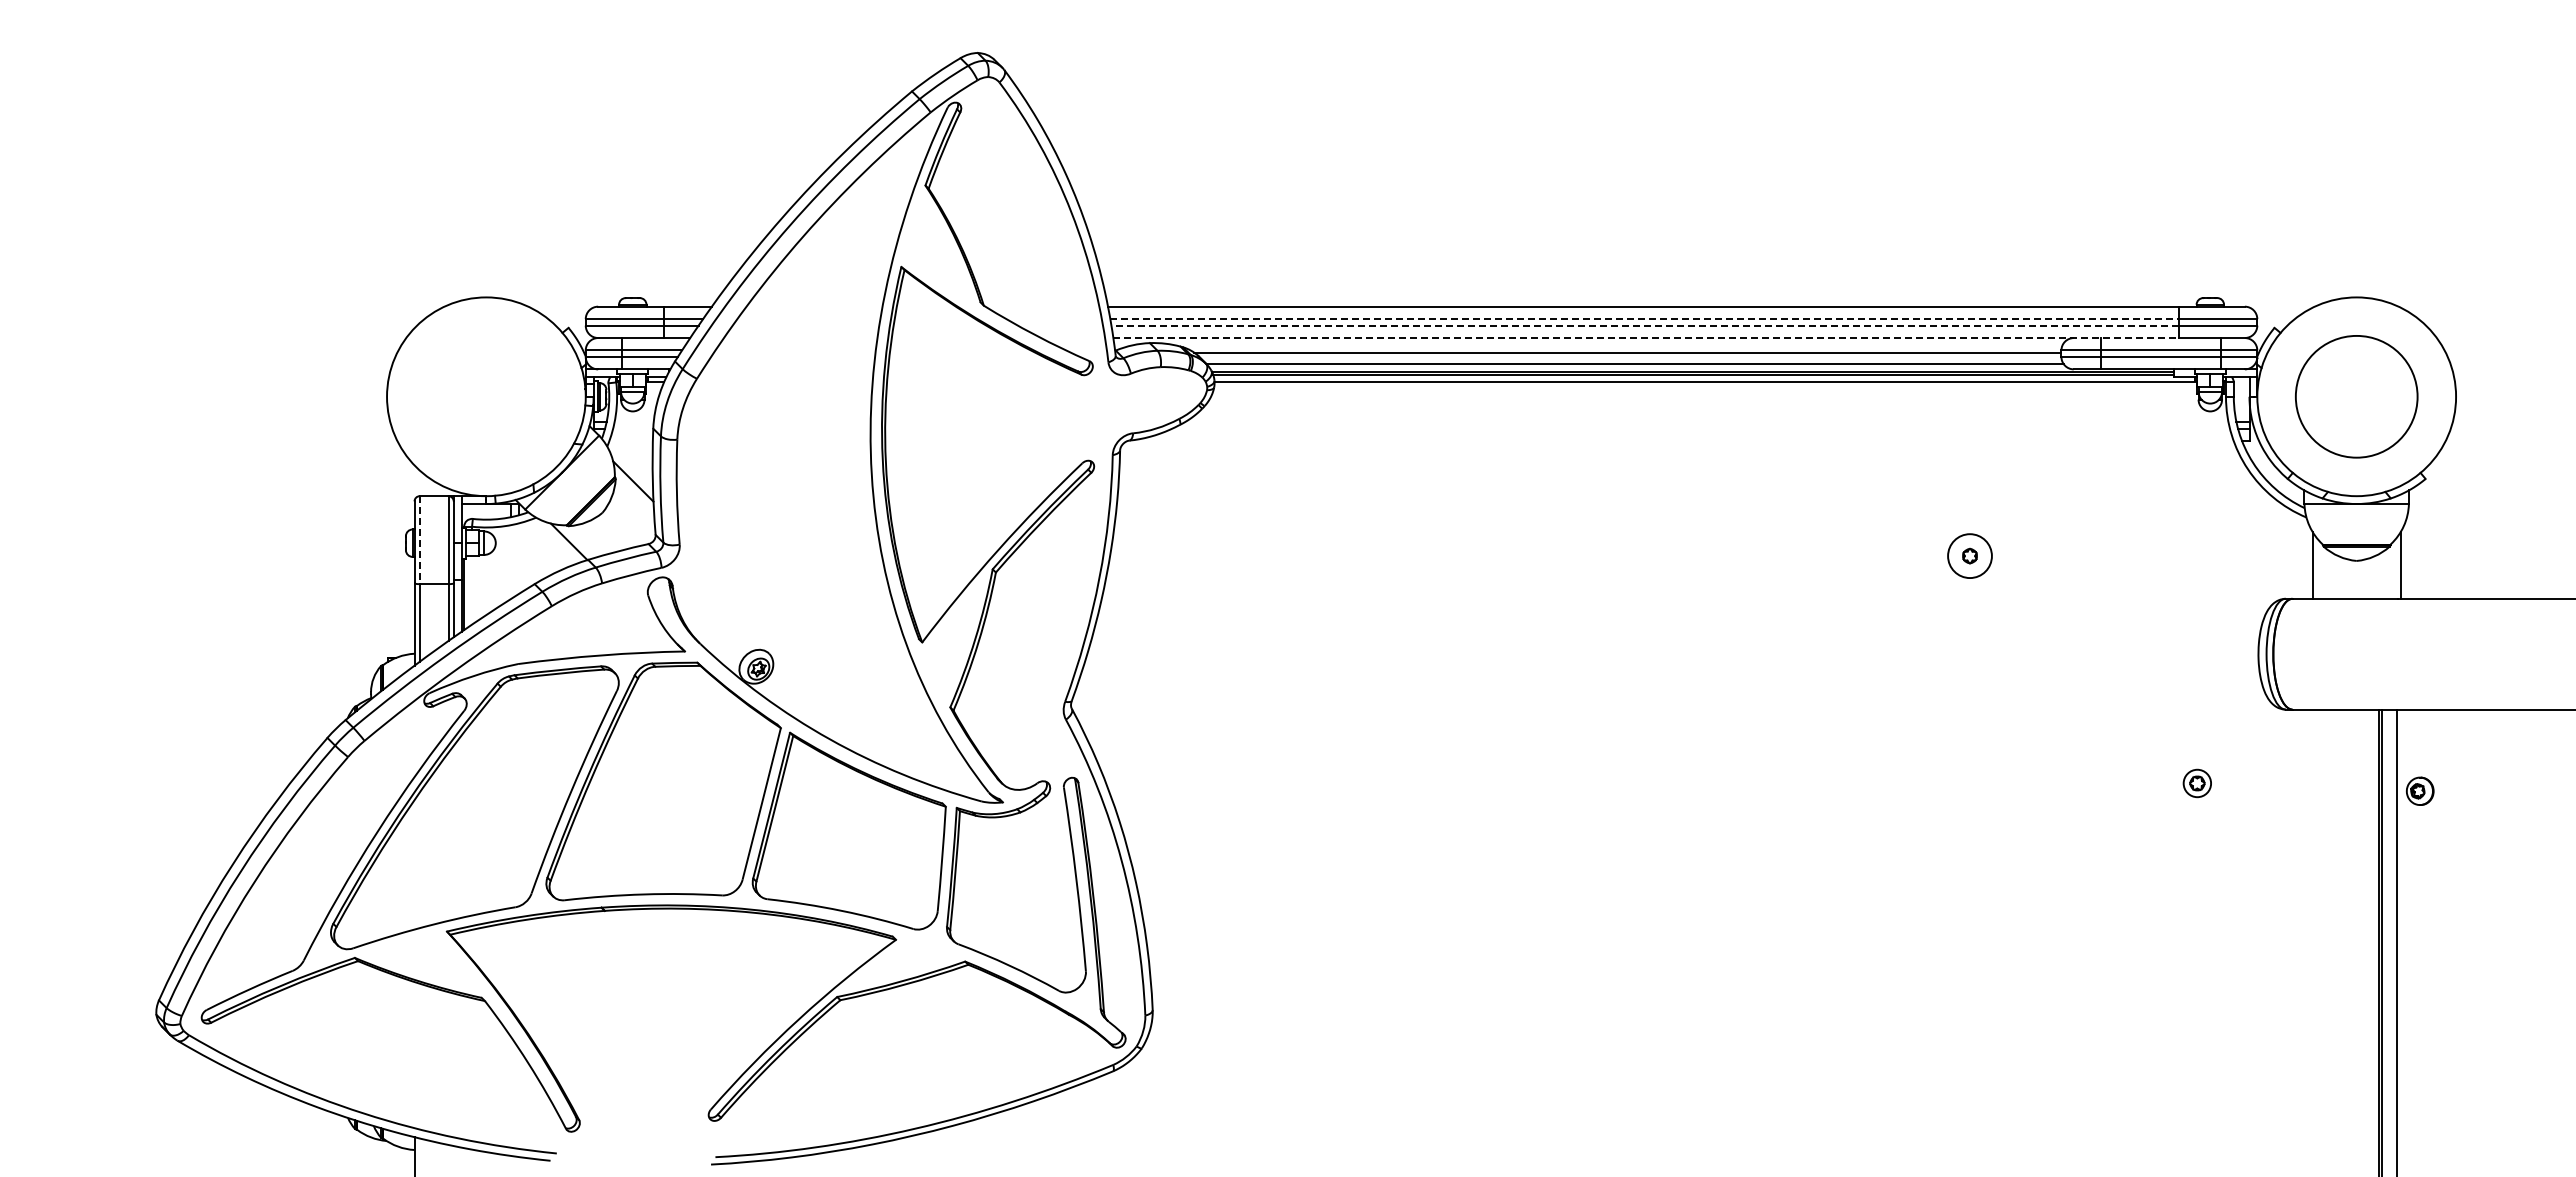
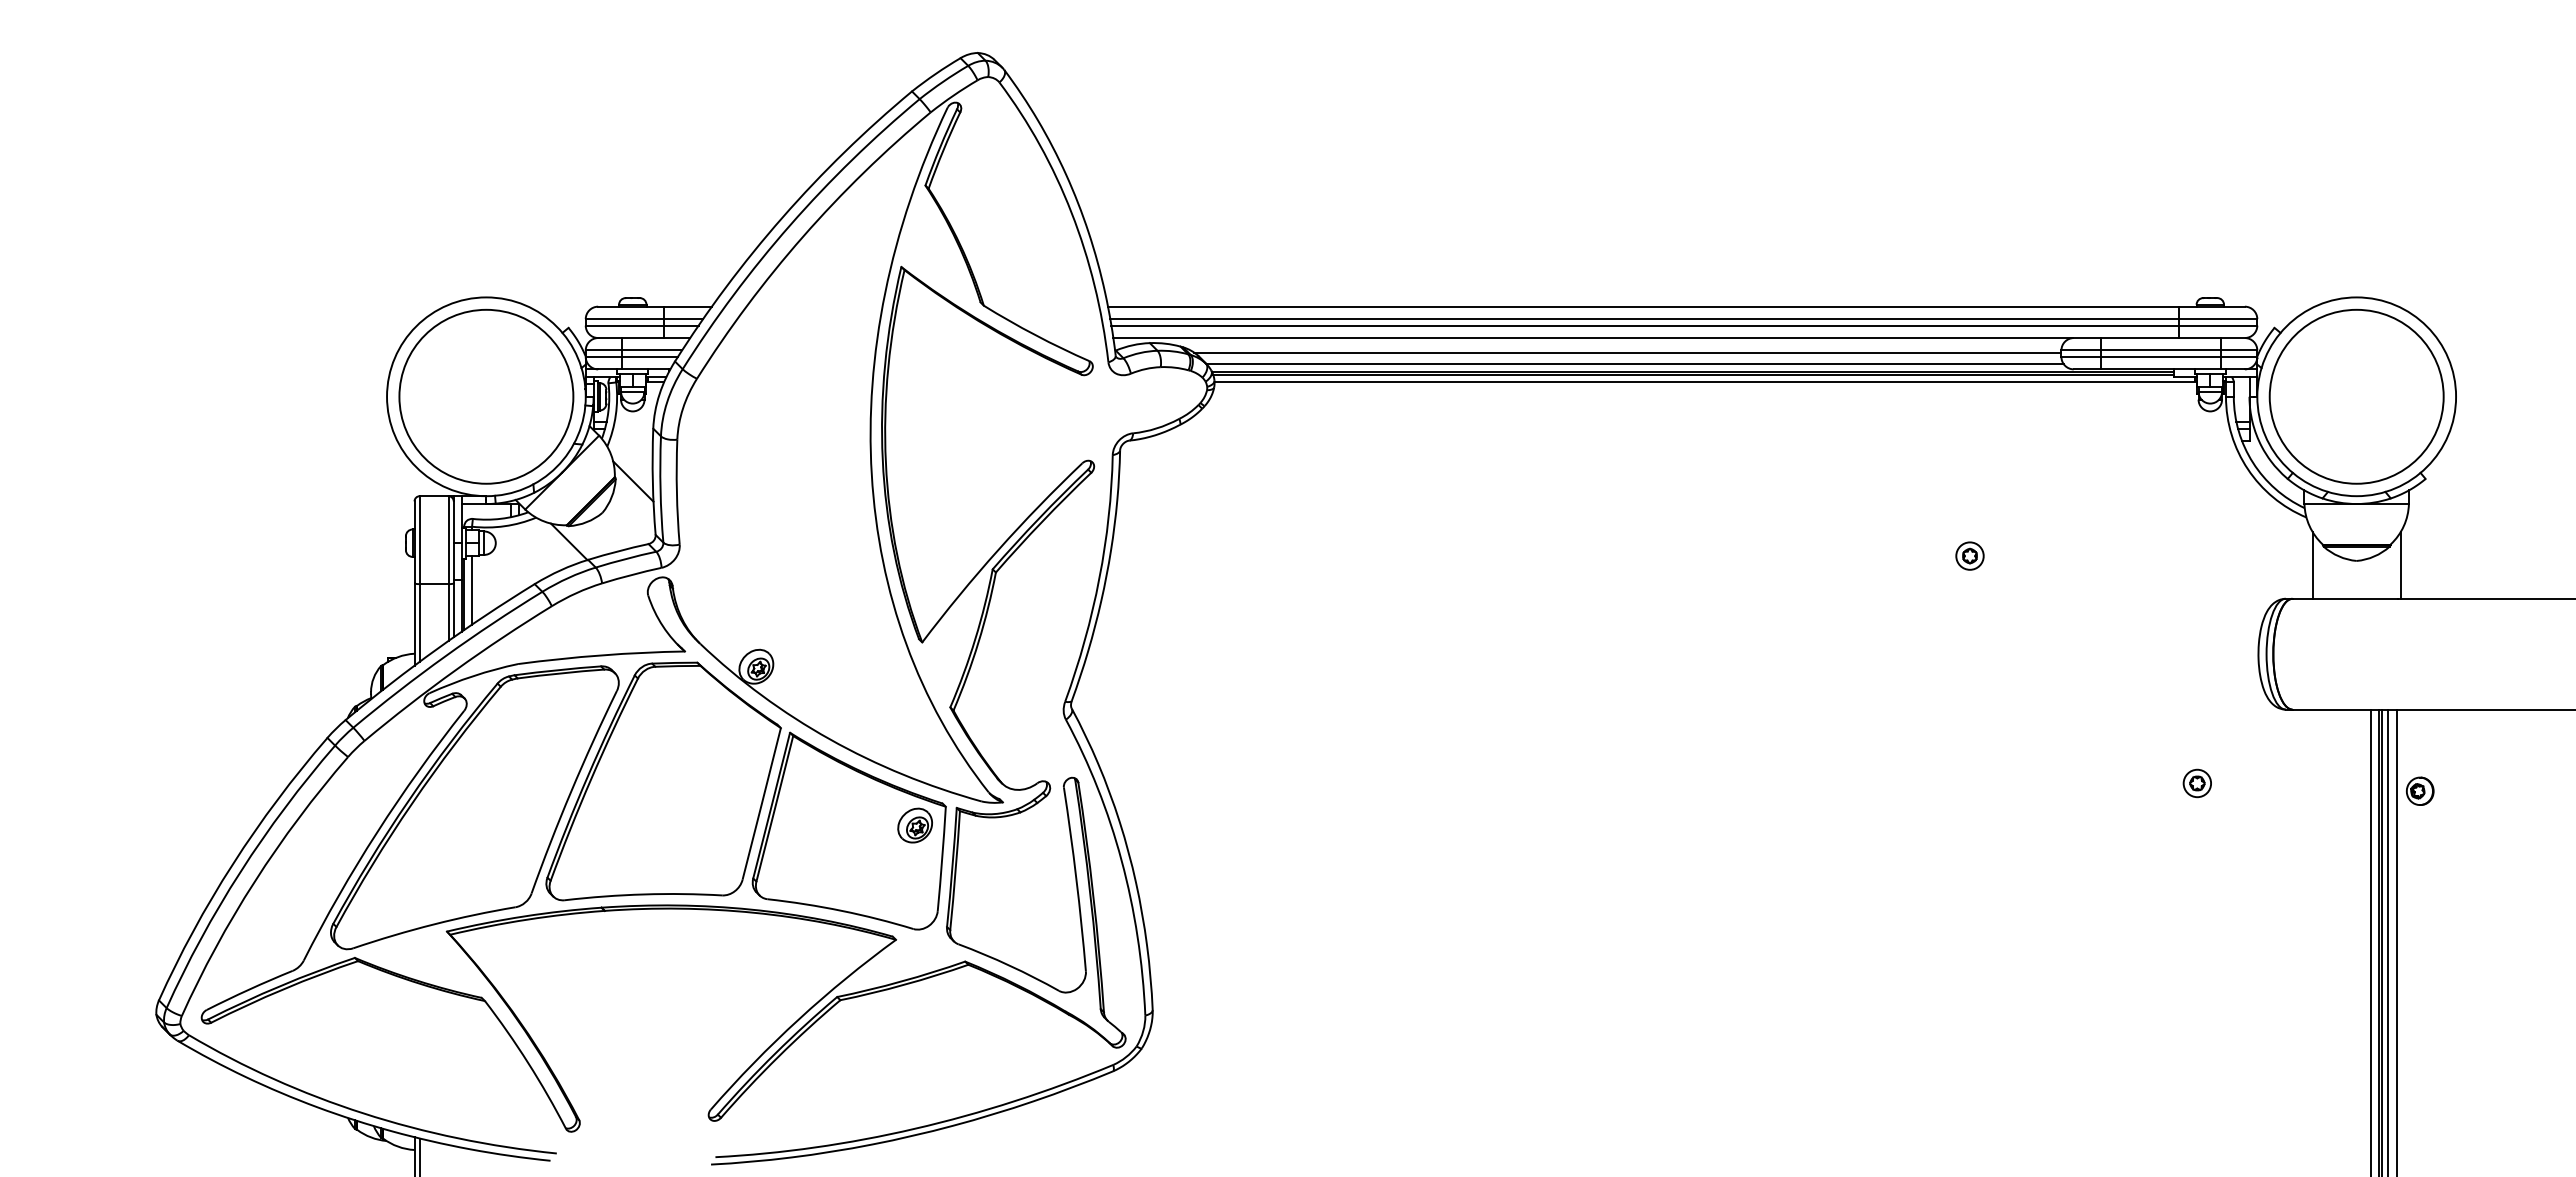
line at (1645, 319): dashed -> solid
line at (1645, 325): dashed -> solid
line at (1646, 338): dashed -> solid
circle at (486, 396): none -> present
circle at (2356, 396) diameter: 122 px -> 174 px
line at (419, 540): dashed -> solid
circle at (1969, 556) diameter: 44 px -> 27 px
line at (472, 590): none -> present
part at (914, 825): none -> present
line at (2371, 941): none -> present
line at (2388, 941): none -> present
line at (419, 1155): none -> present
